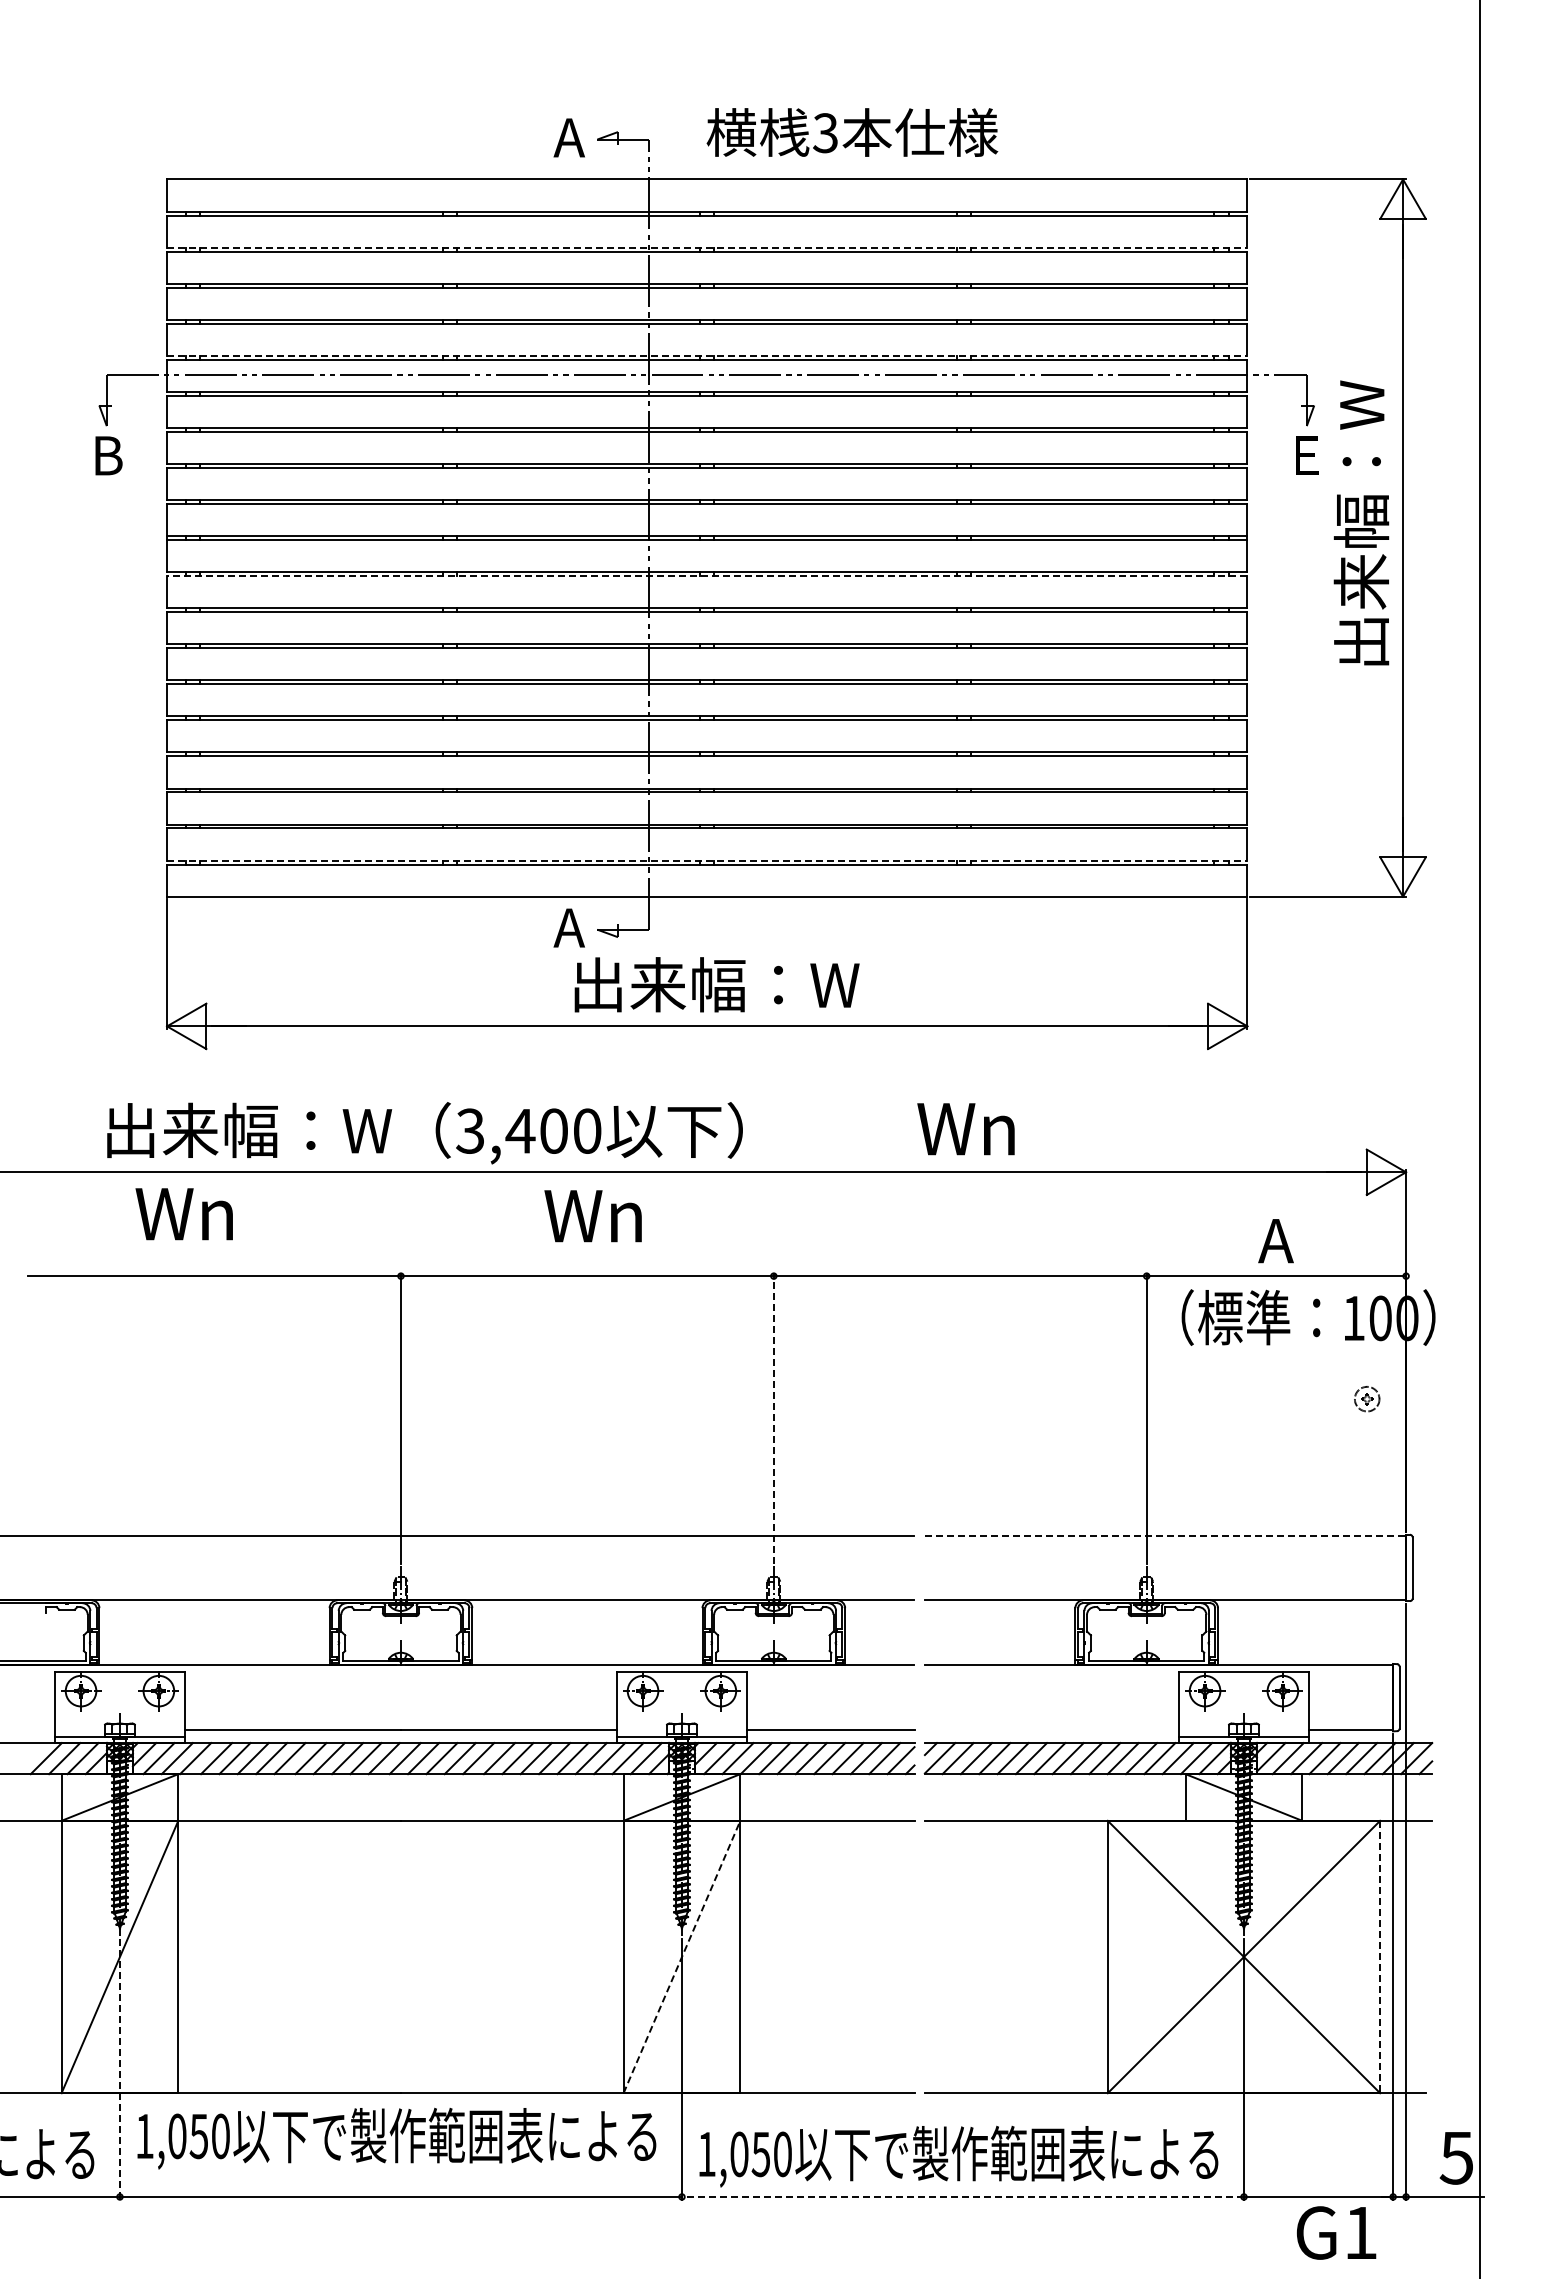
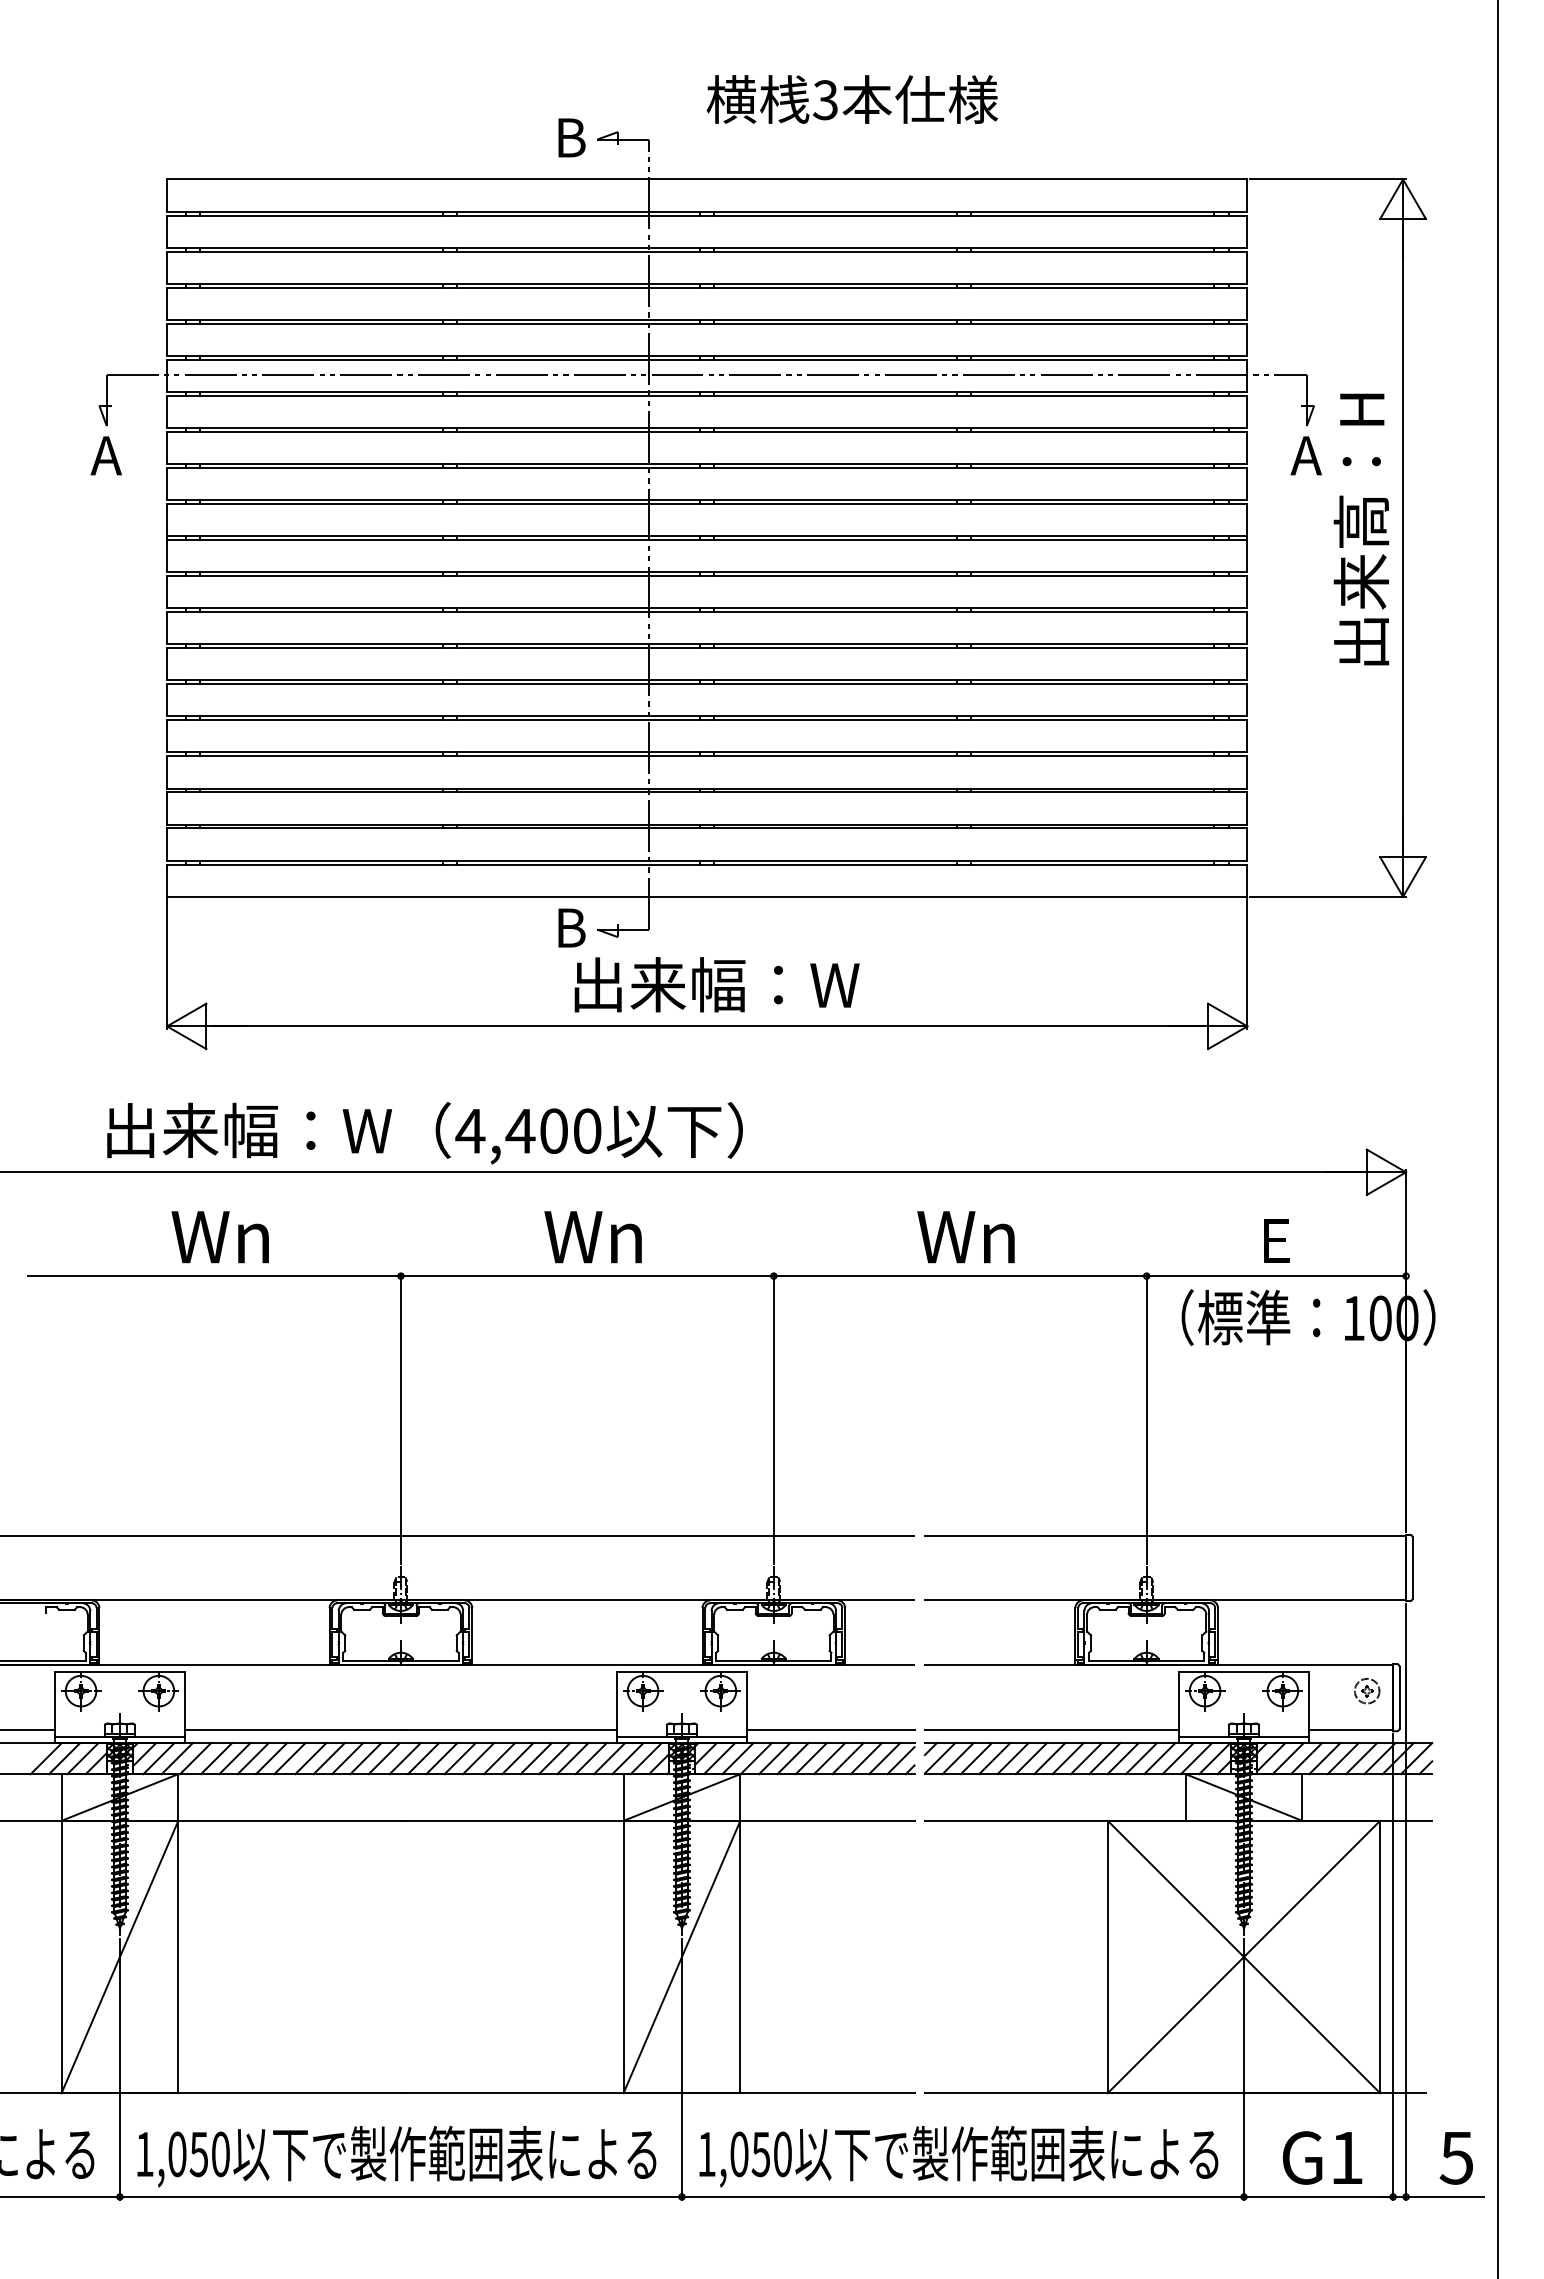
text at (852, 132) position: (852, 132) -> (852, 99)
text at (569, 137): A -> B
line at (707, 247): dashed -> solid
line at (707, 355): dashed -> solid
text at (106, 455): B -> A
text at (1305, 455): E -> A
text at (1361, 463): 出来幅：W -> 出来高：H
line at (706, 576): dashed -> solid
line at (707, 860): dashed -> solid
text at (569, 927): A -> B
text at (965, 1129) position: (965, 1129) -> (965, 1237)
text at (470, 1130): 3,400 -> 4,400
line at (1479, 1138) position: (1479, 1138) -> (1497, 1138)
text at (183, 1214) position: (183, 1214) -> (219, 1237)
text at (592, 1216) position: (592, 1216) -> (592, 1237)
text at (1275, 1241): A -> E
part at (1367, 1399) position: (1367, 1399) -> (1367, 1691)
line at (773, 1418): dashed -> solid
line at (1165, 1535): dashed -> solid
line at (28, 1730): none -> present
line at (1051, 1730): none -> present
line at (682, 1956): dashed -> solid
line at (1380, 1957): dashed -> solid
line at (119, 2069): dashed -> solid
text at (396, 2138) position: (396, 2138) -> (396, 2156)
line at (962, 2196): dashed -> solid
text at (1336, 2232) position: (1336, 2232) -> (1322, 2157)
